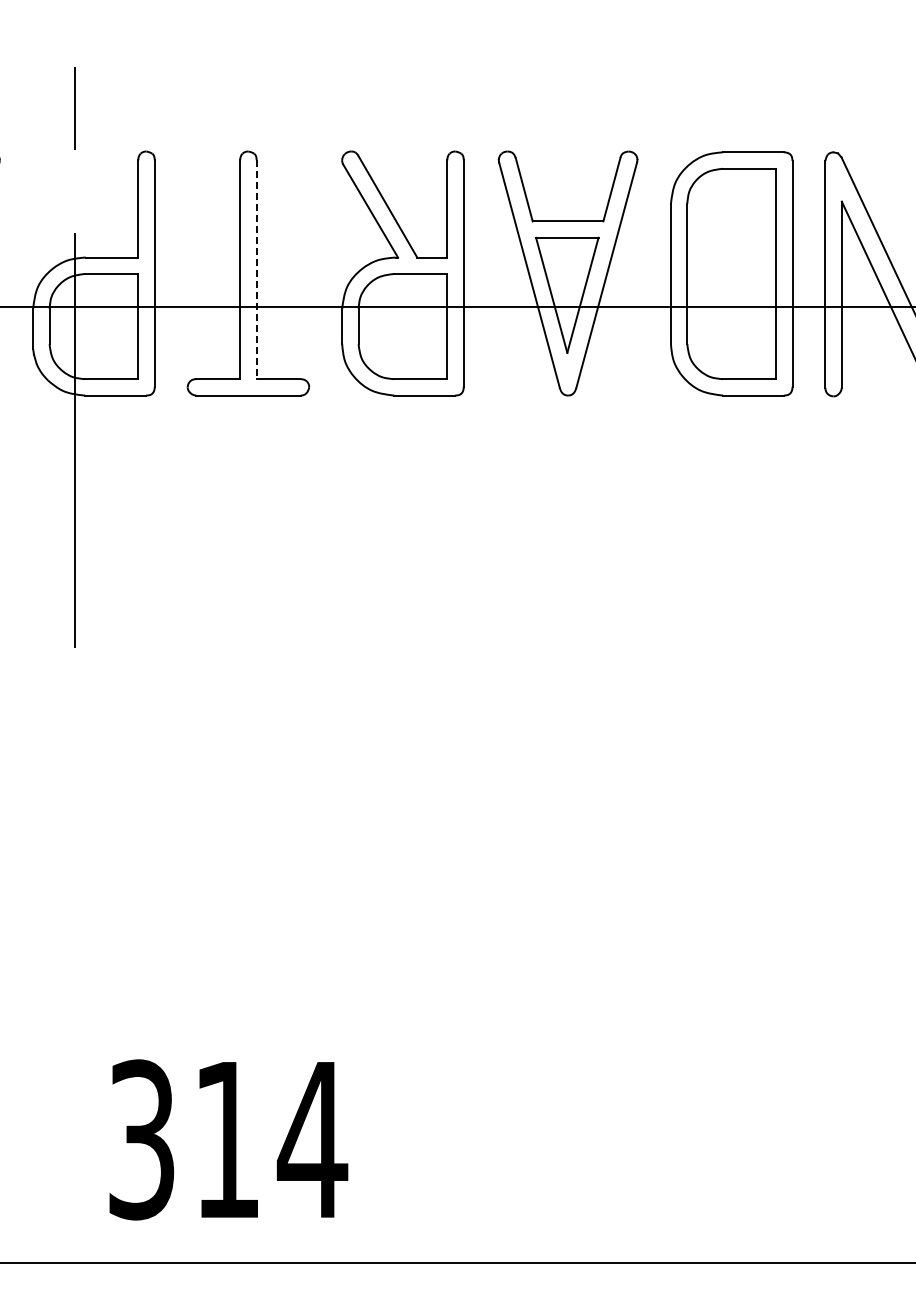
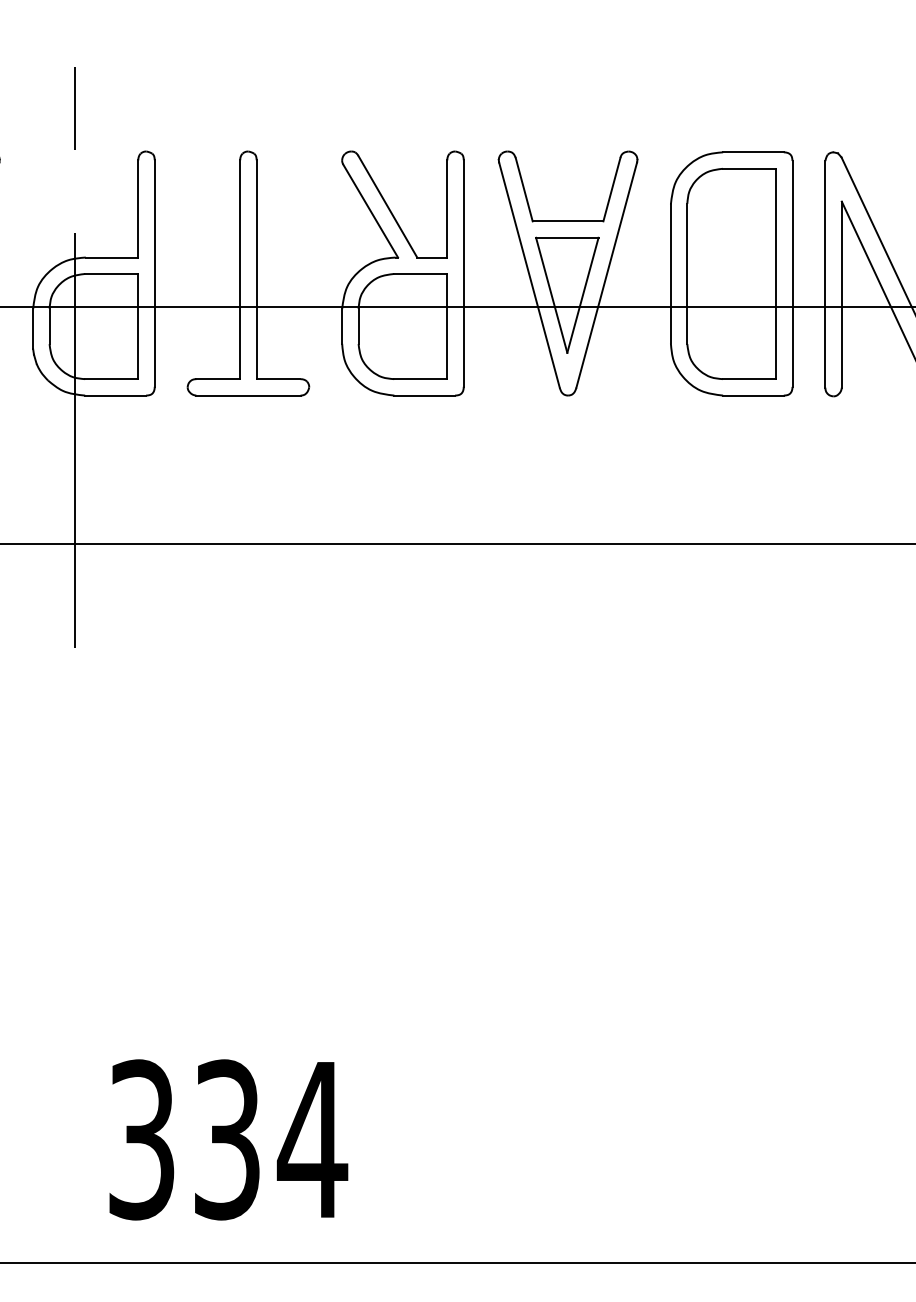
line at (256, 270): dashed -> solid
line at (457, 544): none -> present
text at (227, 1139): 314 -> 334
